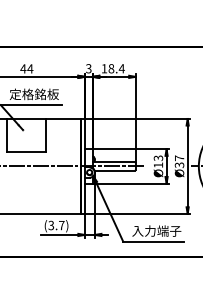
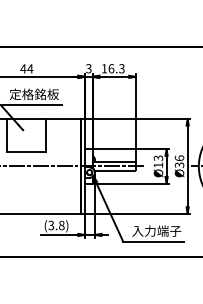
text at (116, 68): 18.4 -> 16.3
text at (179, 158): Ø37 -> Ø36
text at (61, 225): (3.7) -> (3.8)
